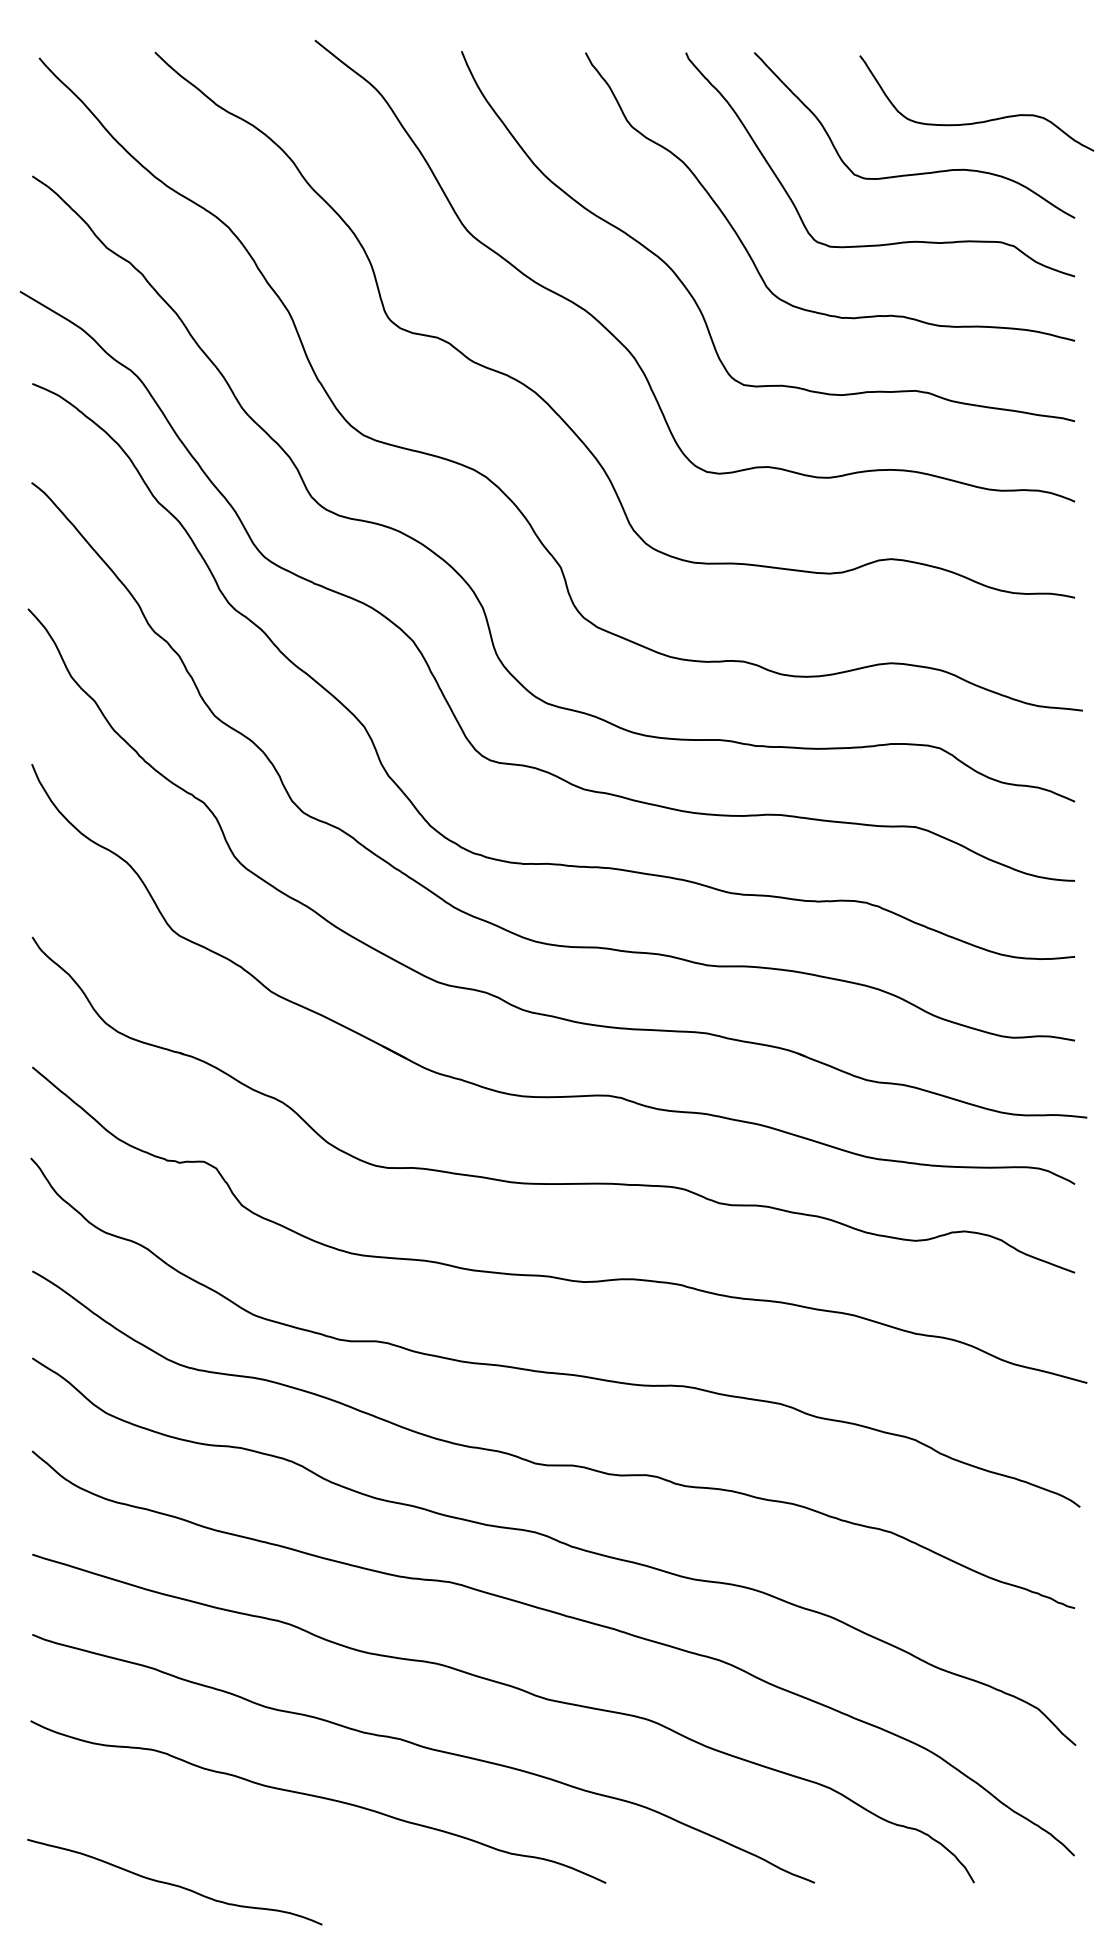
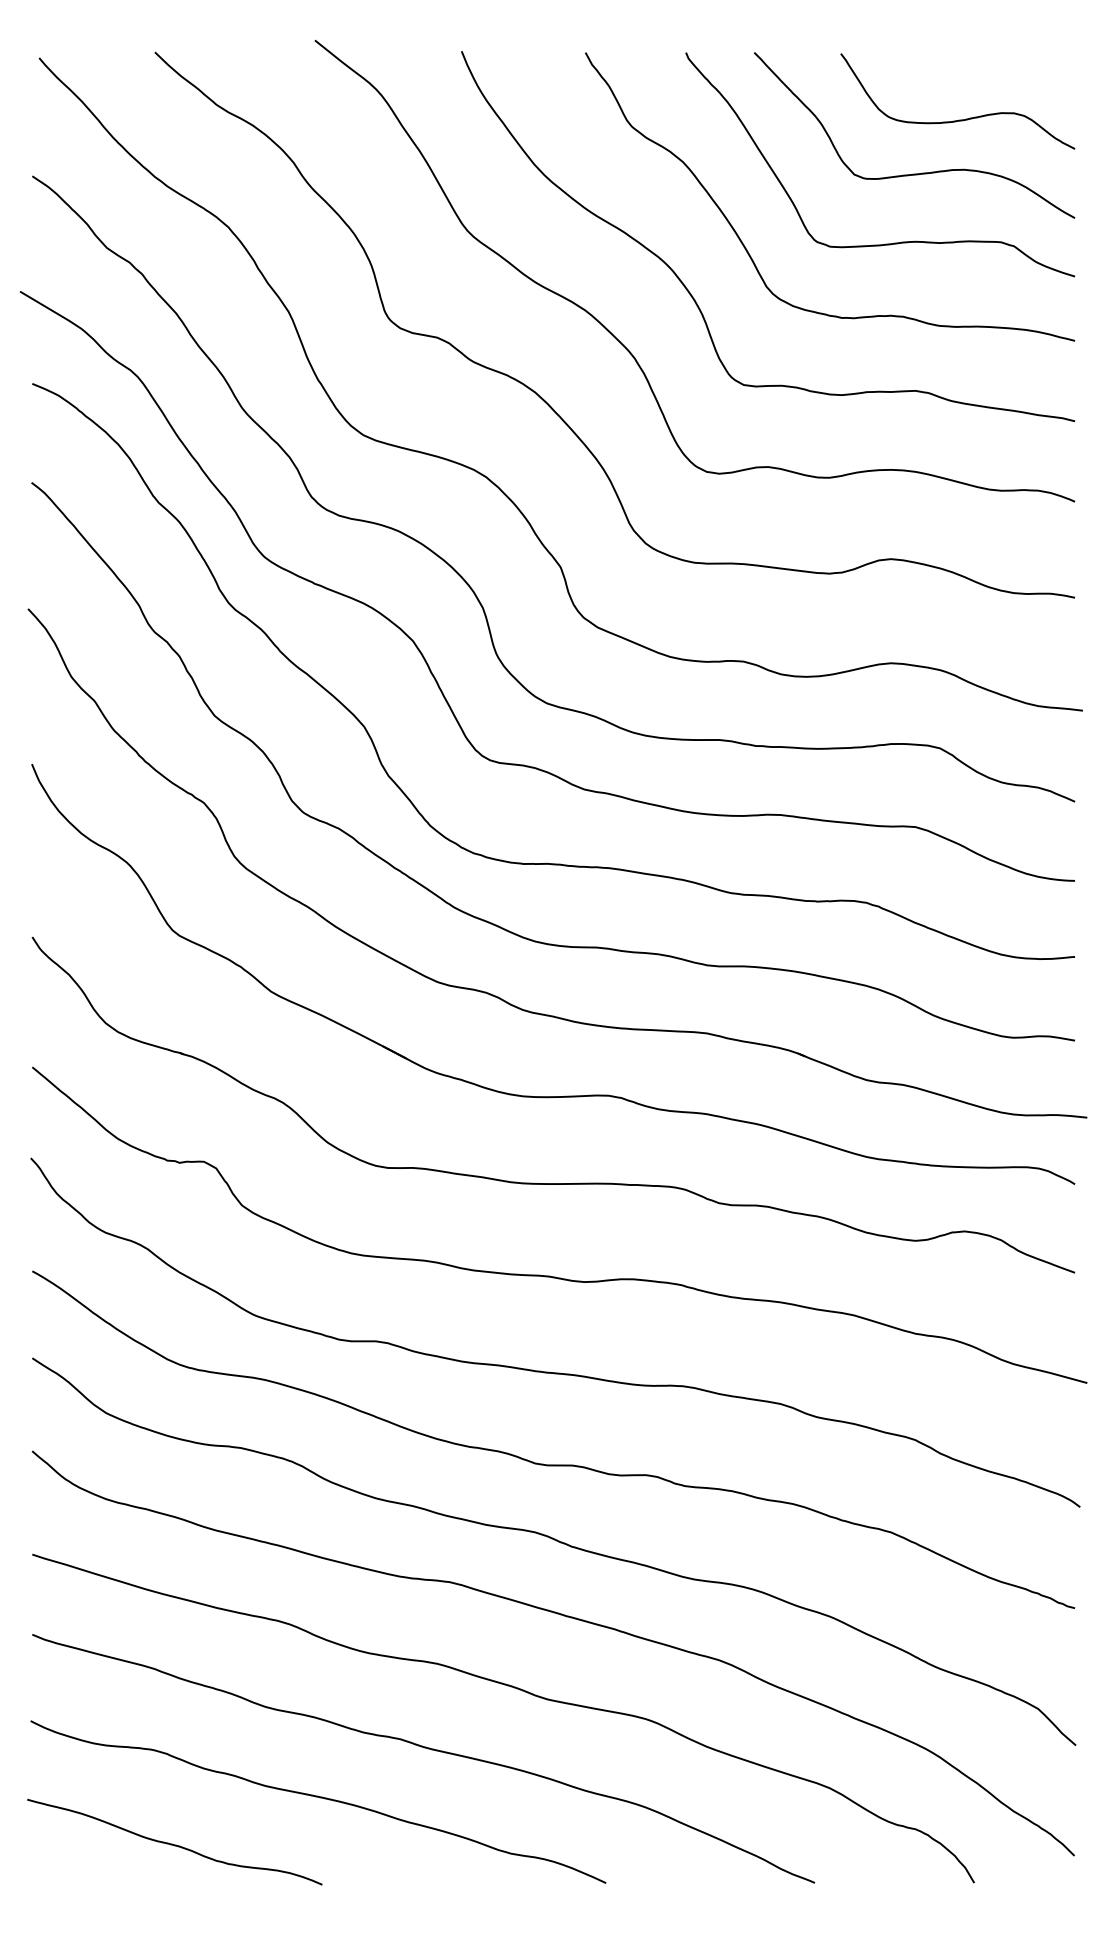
curve at (977, 121) position: (977, 121) -> (958, 119)
curve at (174, 1884) position: (174, 1884) -> (174, 1844)
